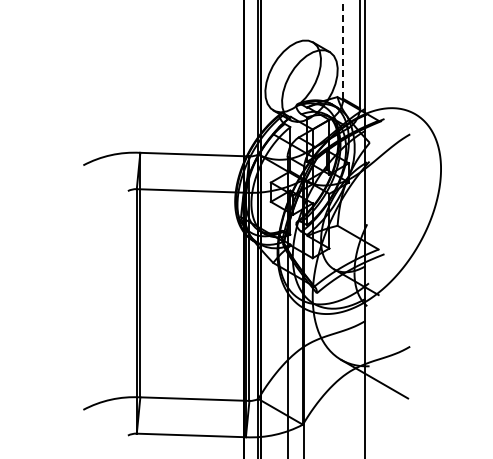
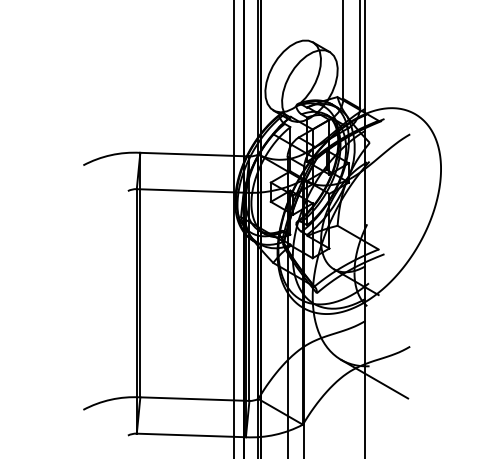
line at (343, 49): dashed -> solid
line at (234, 228): none -> present
